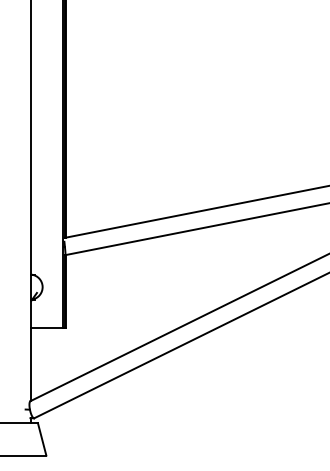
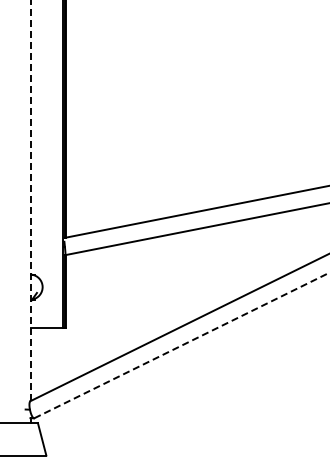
line at (31, 199): solid -> dashed
line at (182, 345): solid -> dashed
